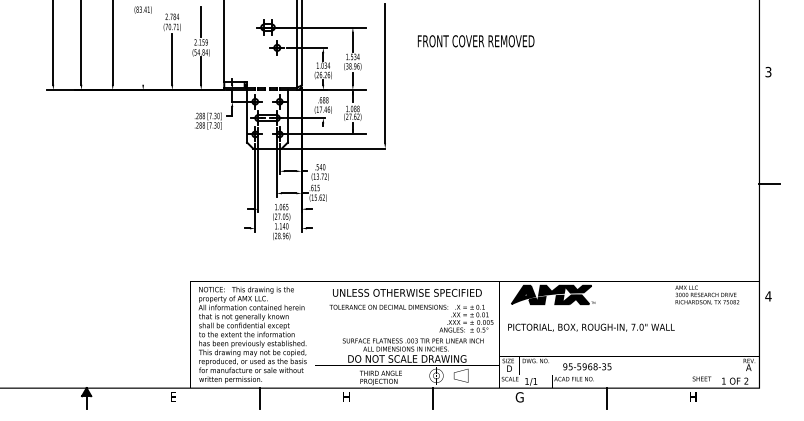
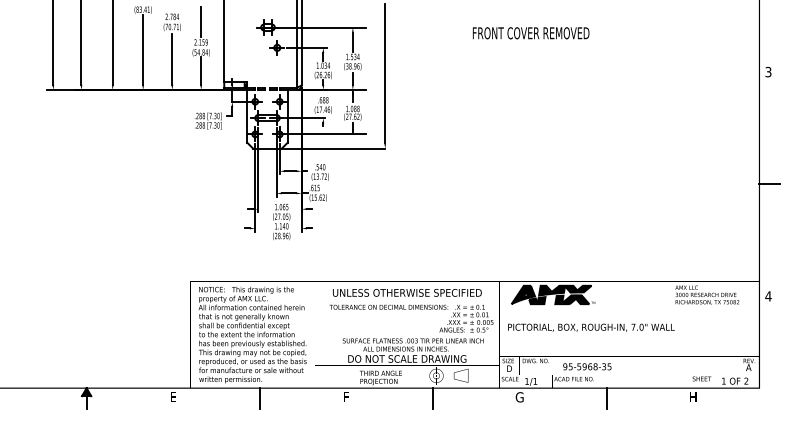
text at (475, 41) position: (475, 41) -> (530, 33)
line at (143, 49): none -> present
text at (346, 396): H -> F
